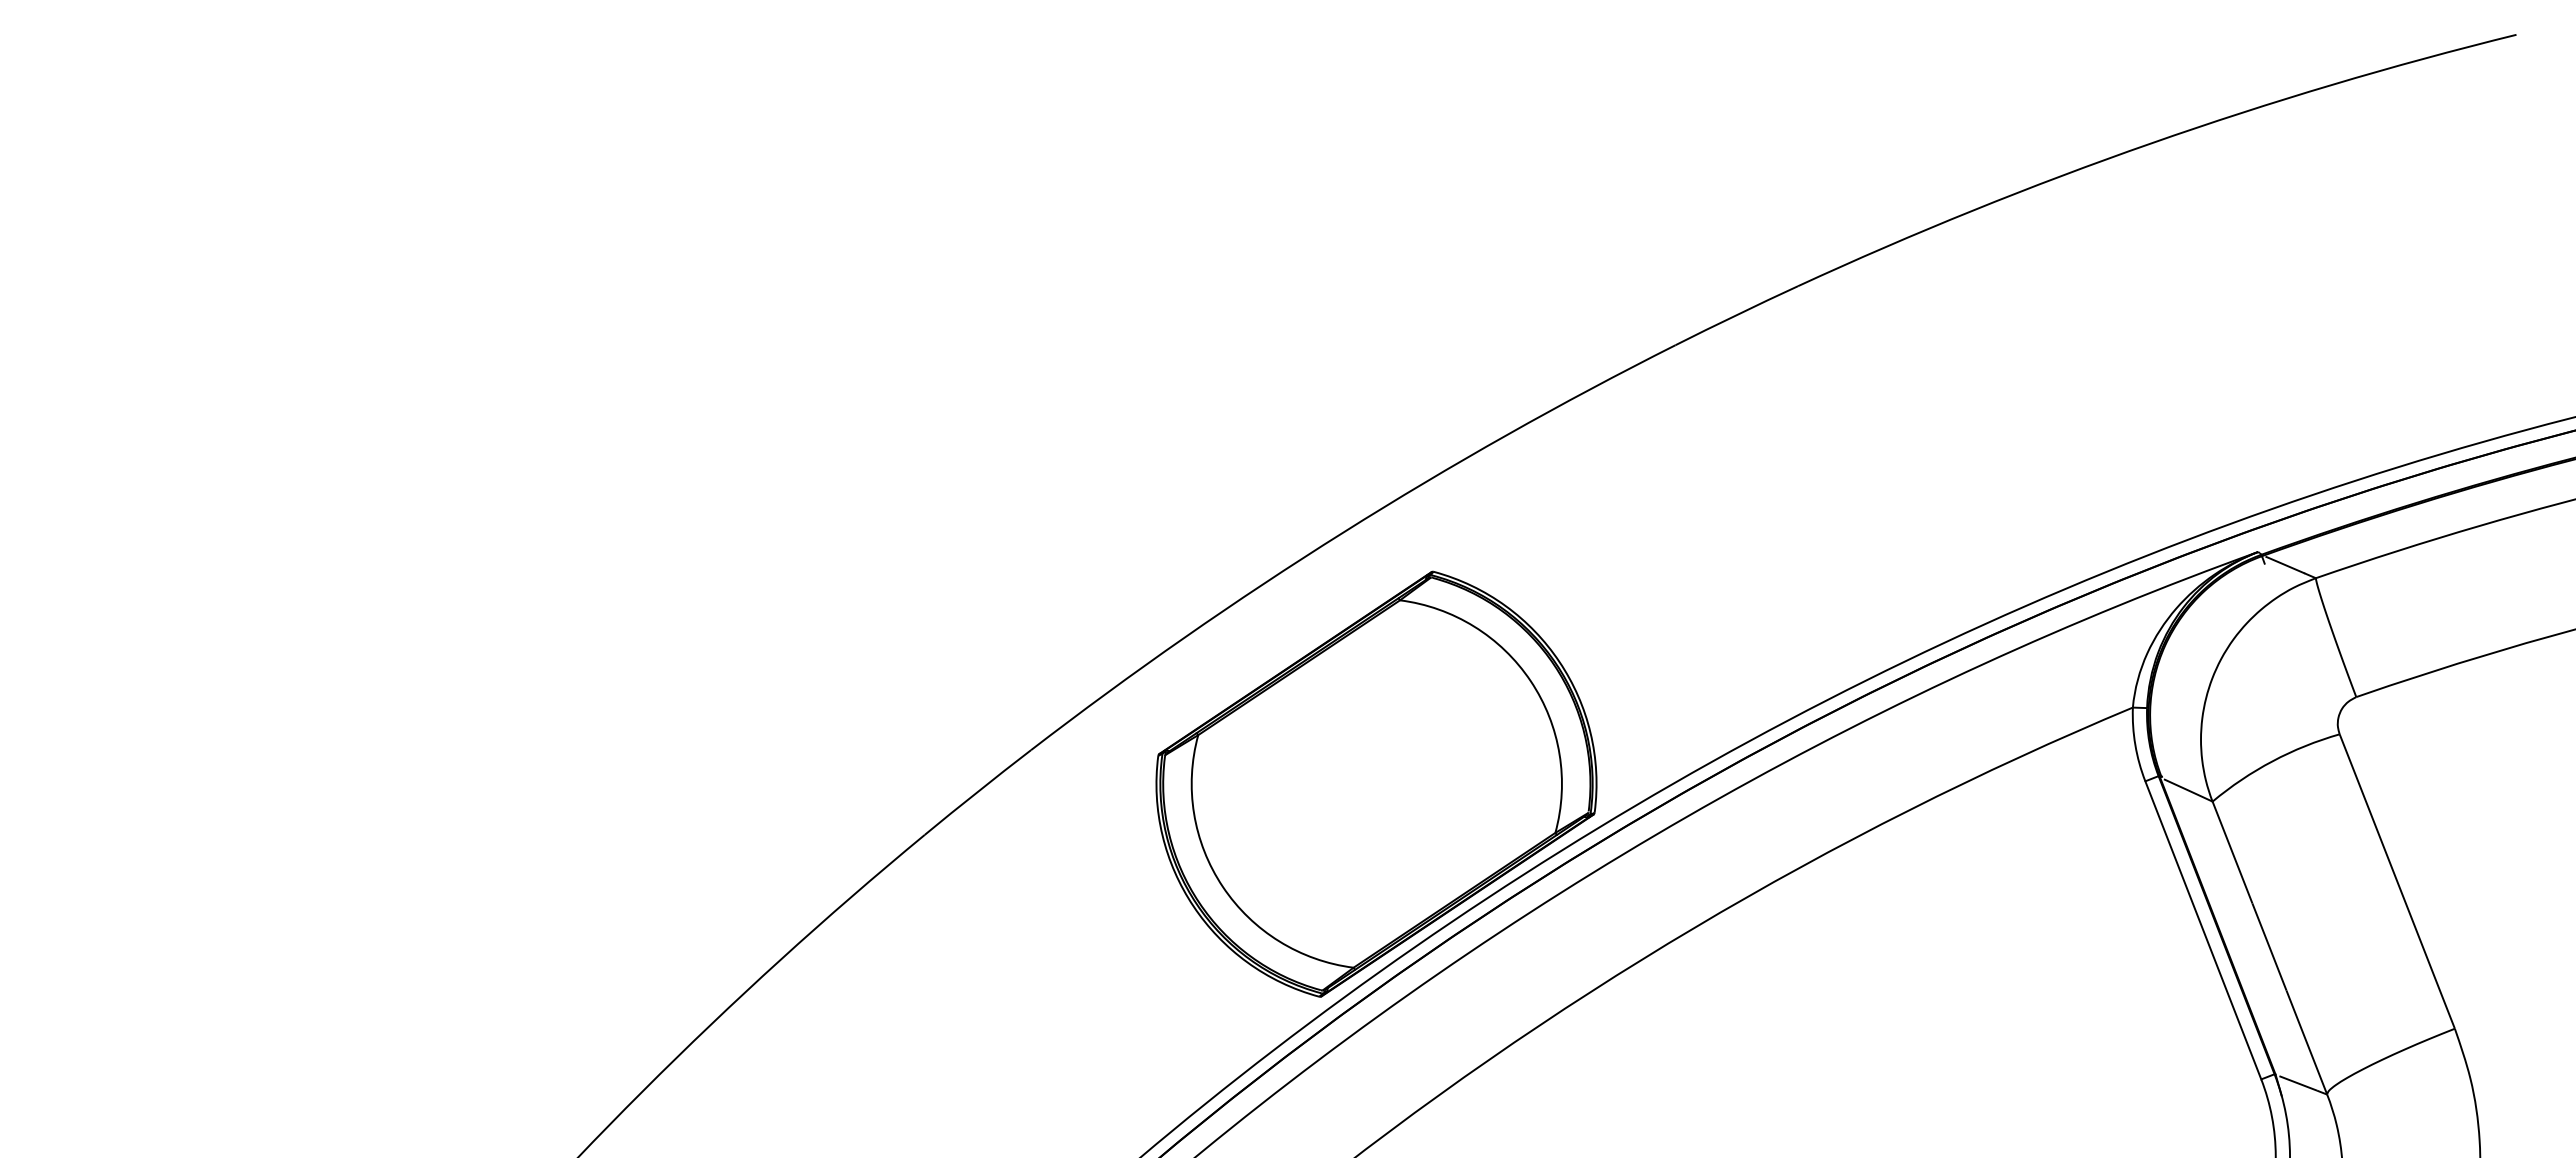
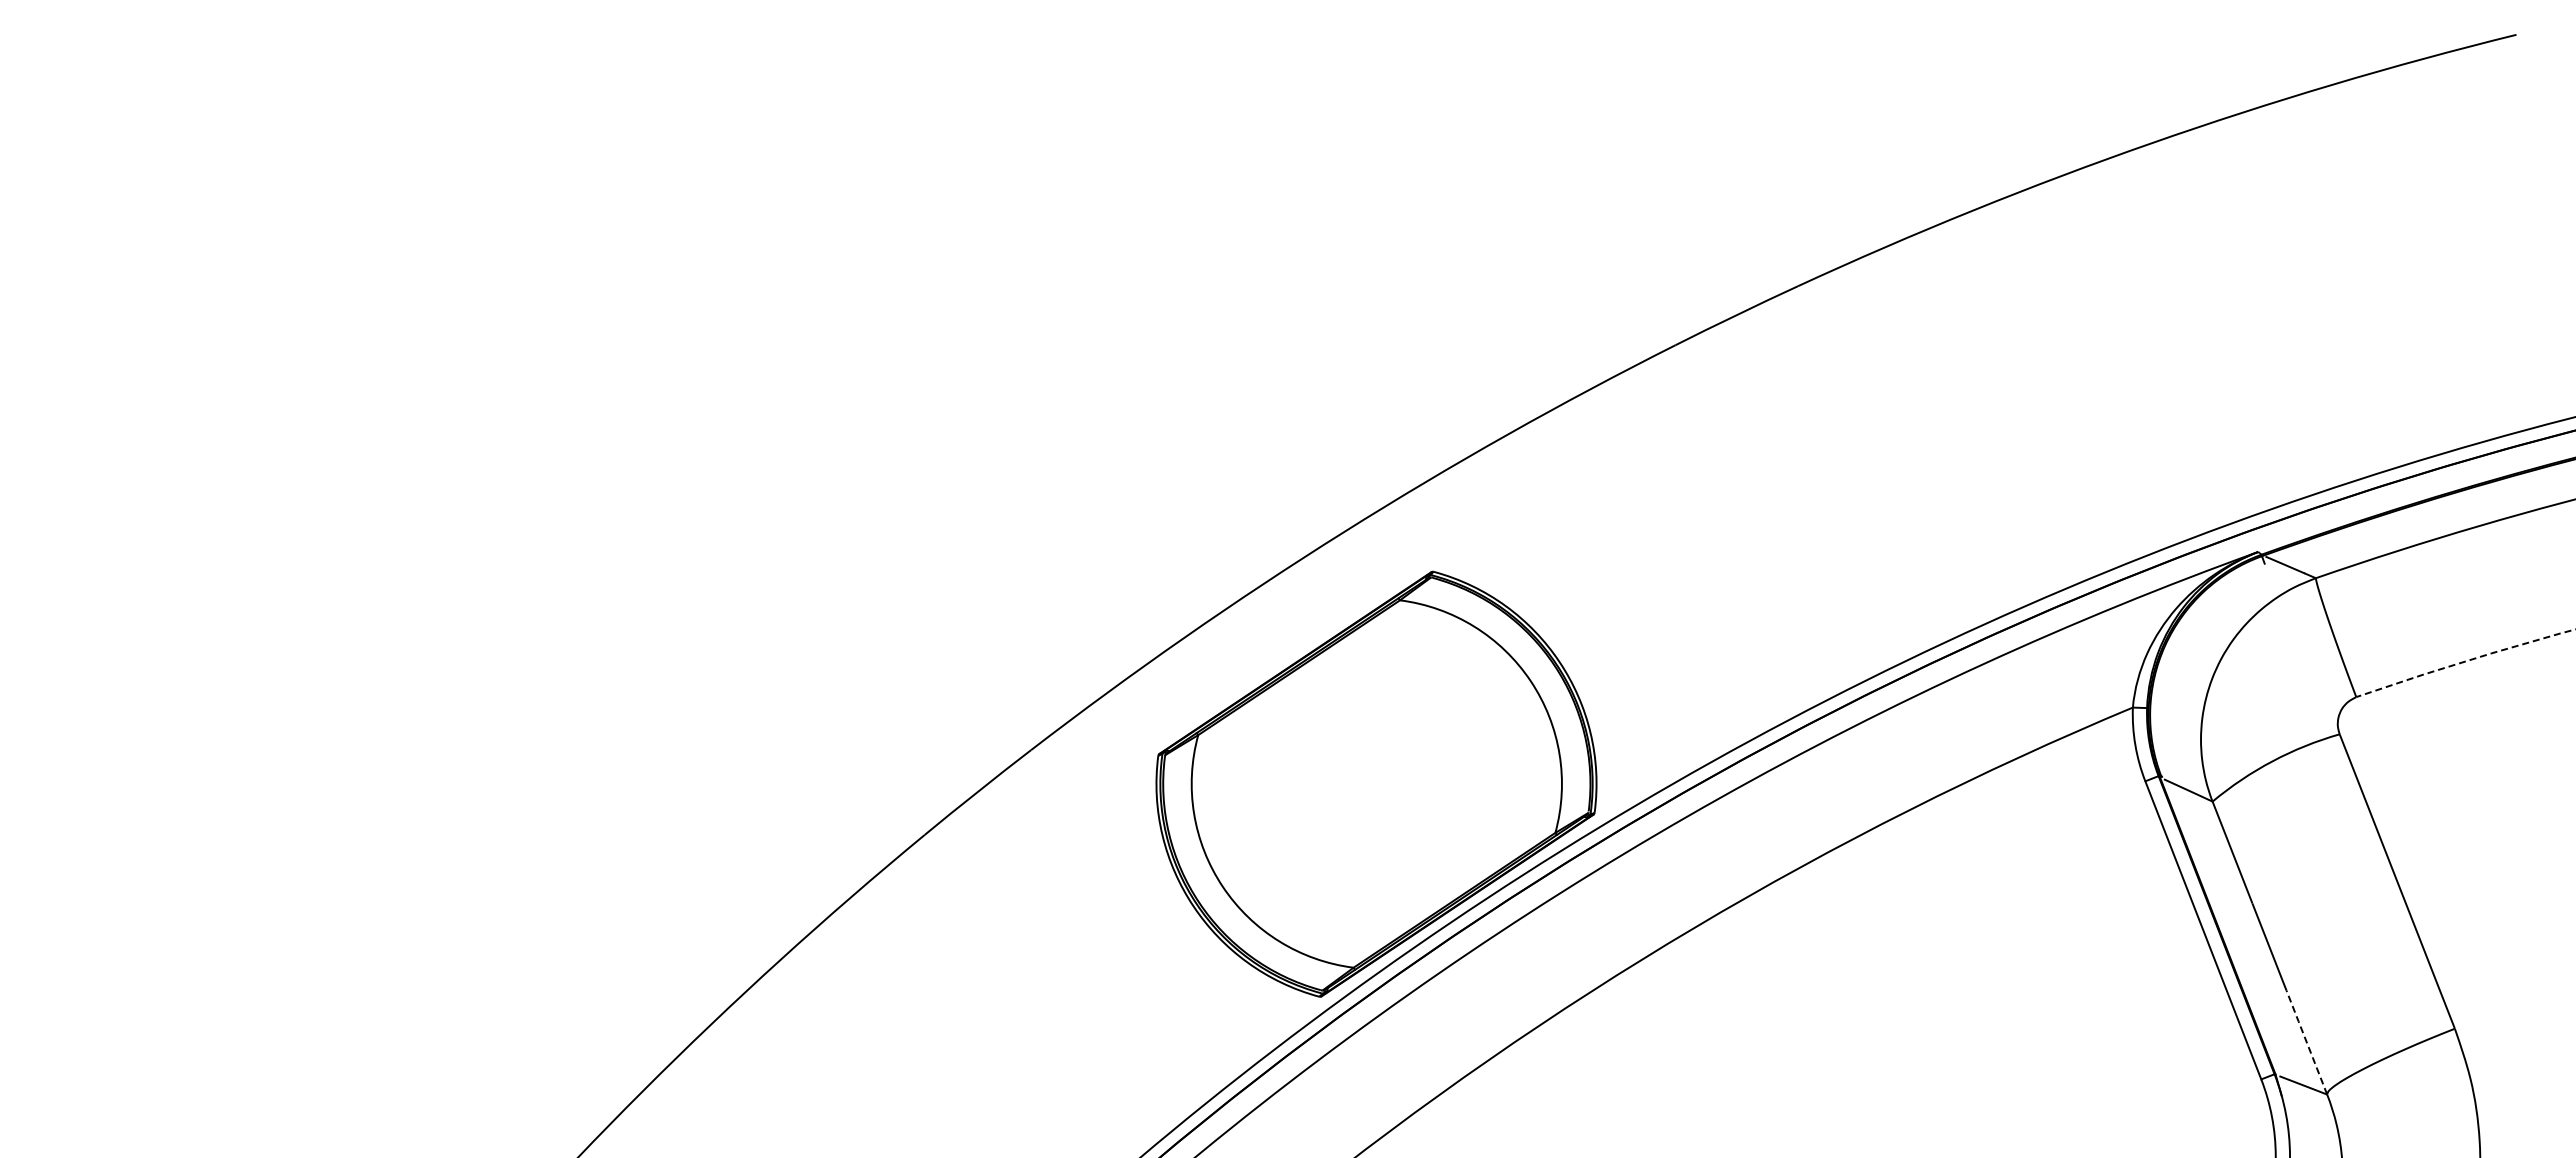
arc at (2465, 661): solid -> dashed
line at (2306, 1042): solid -> dashed
